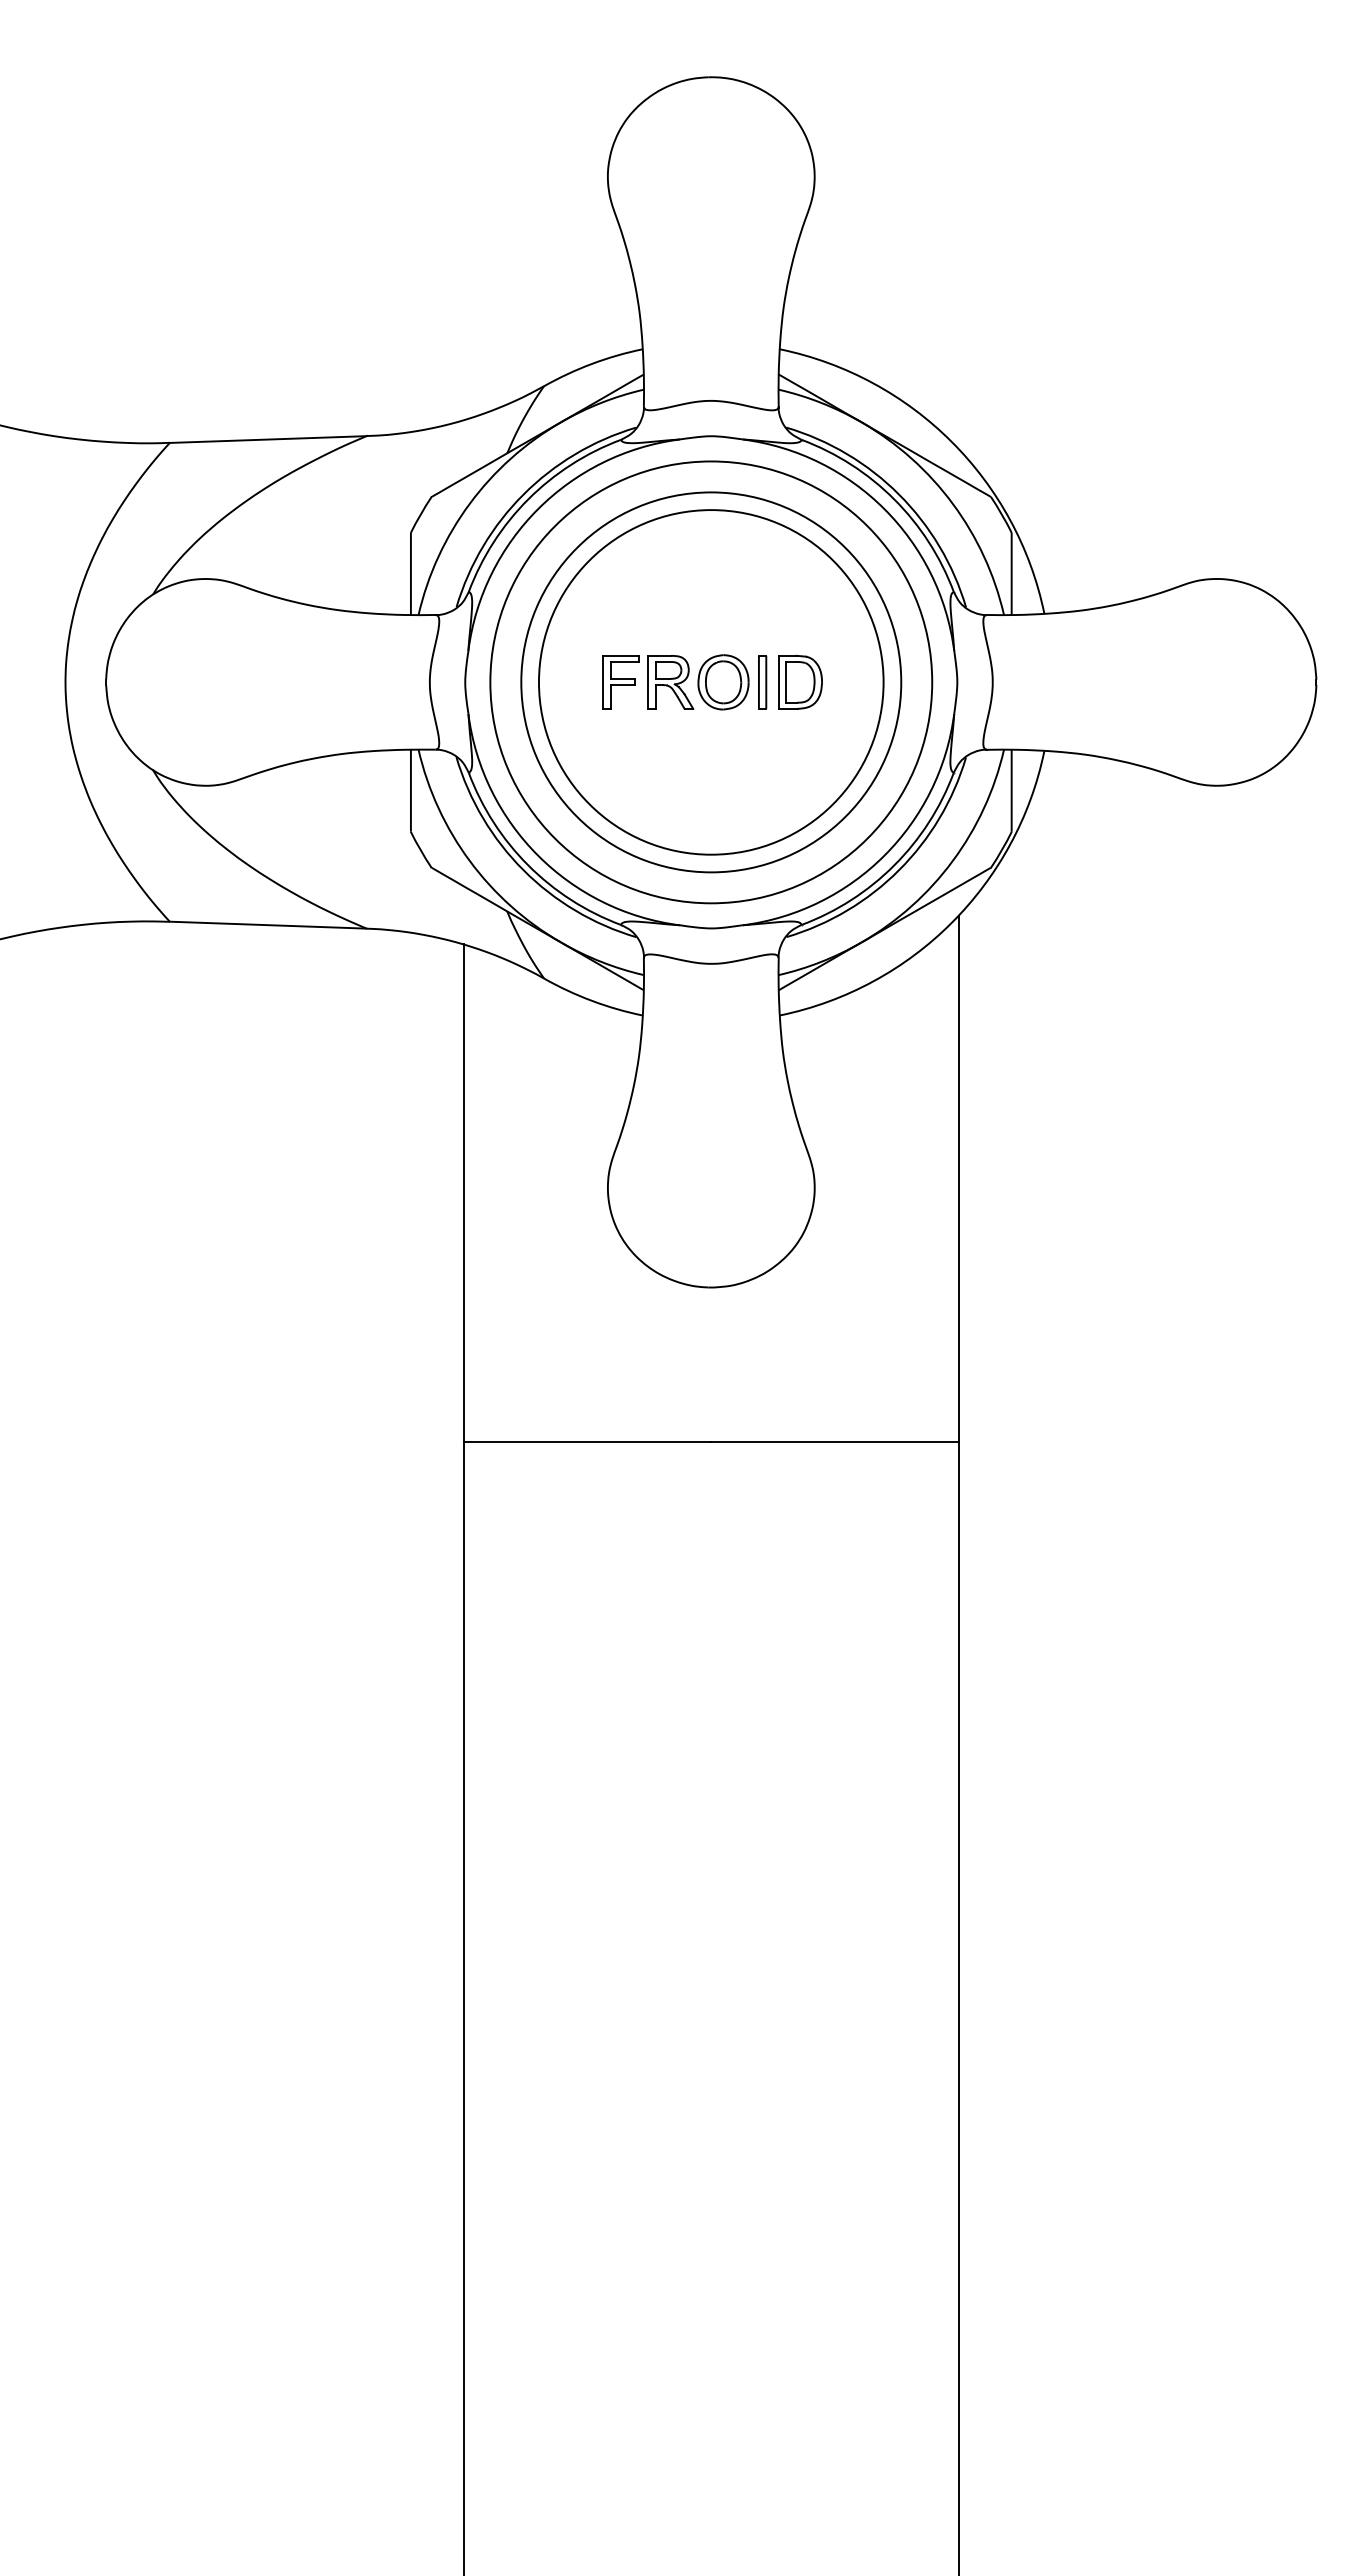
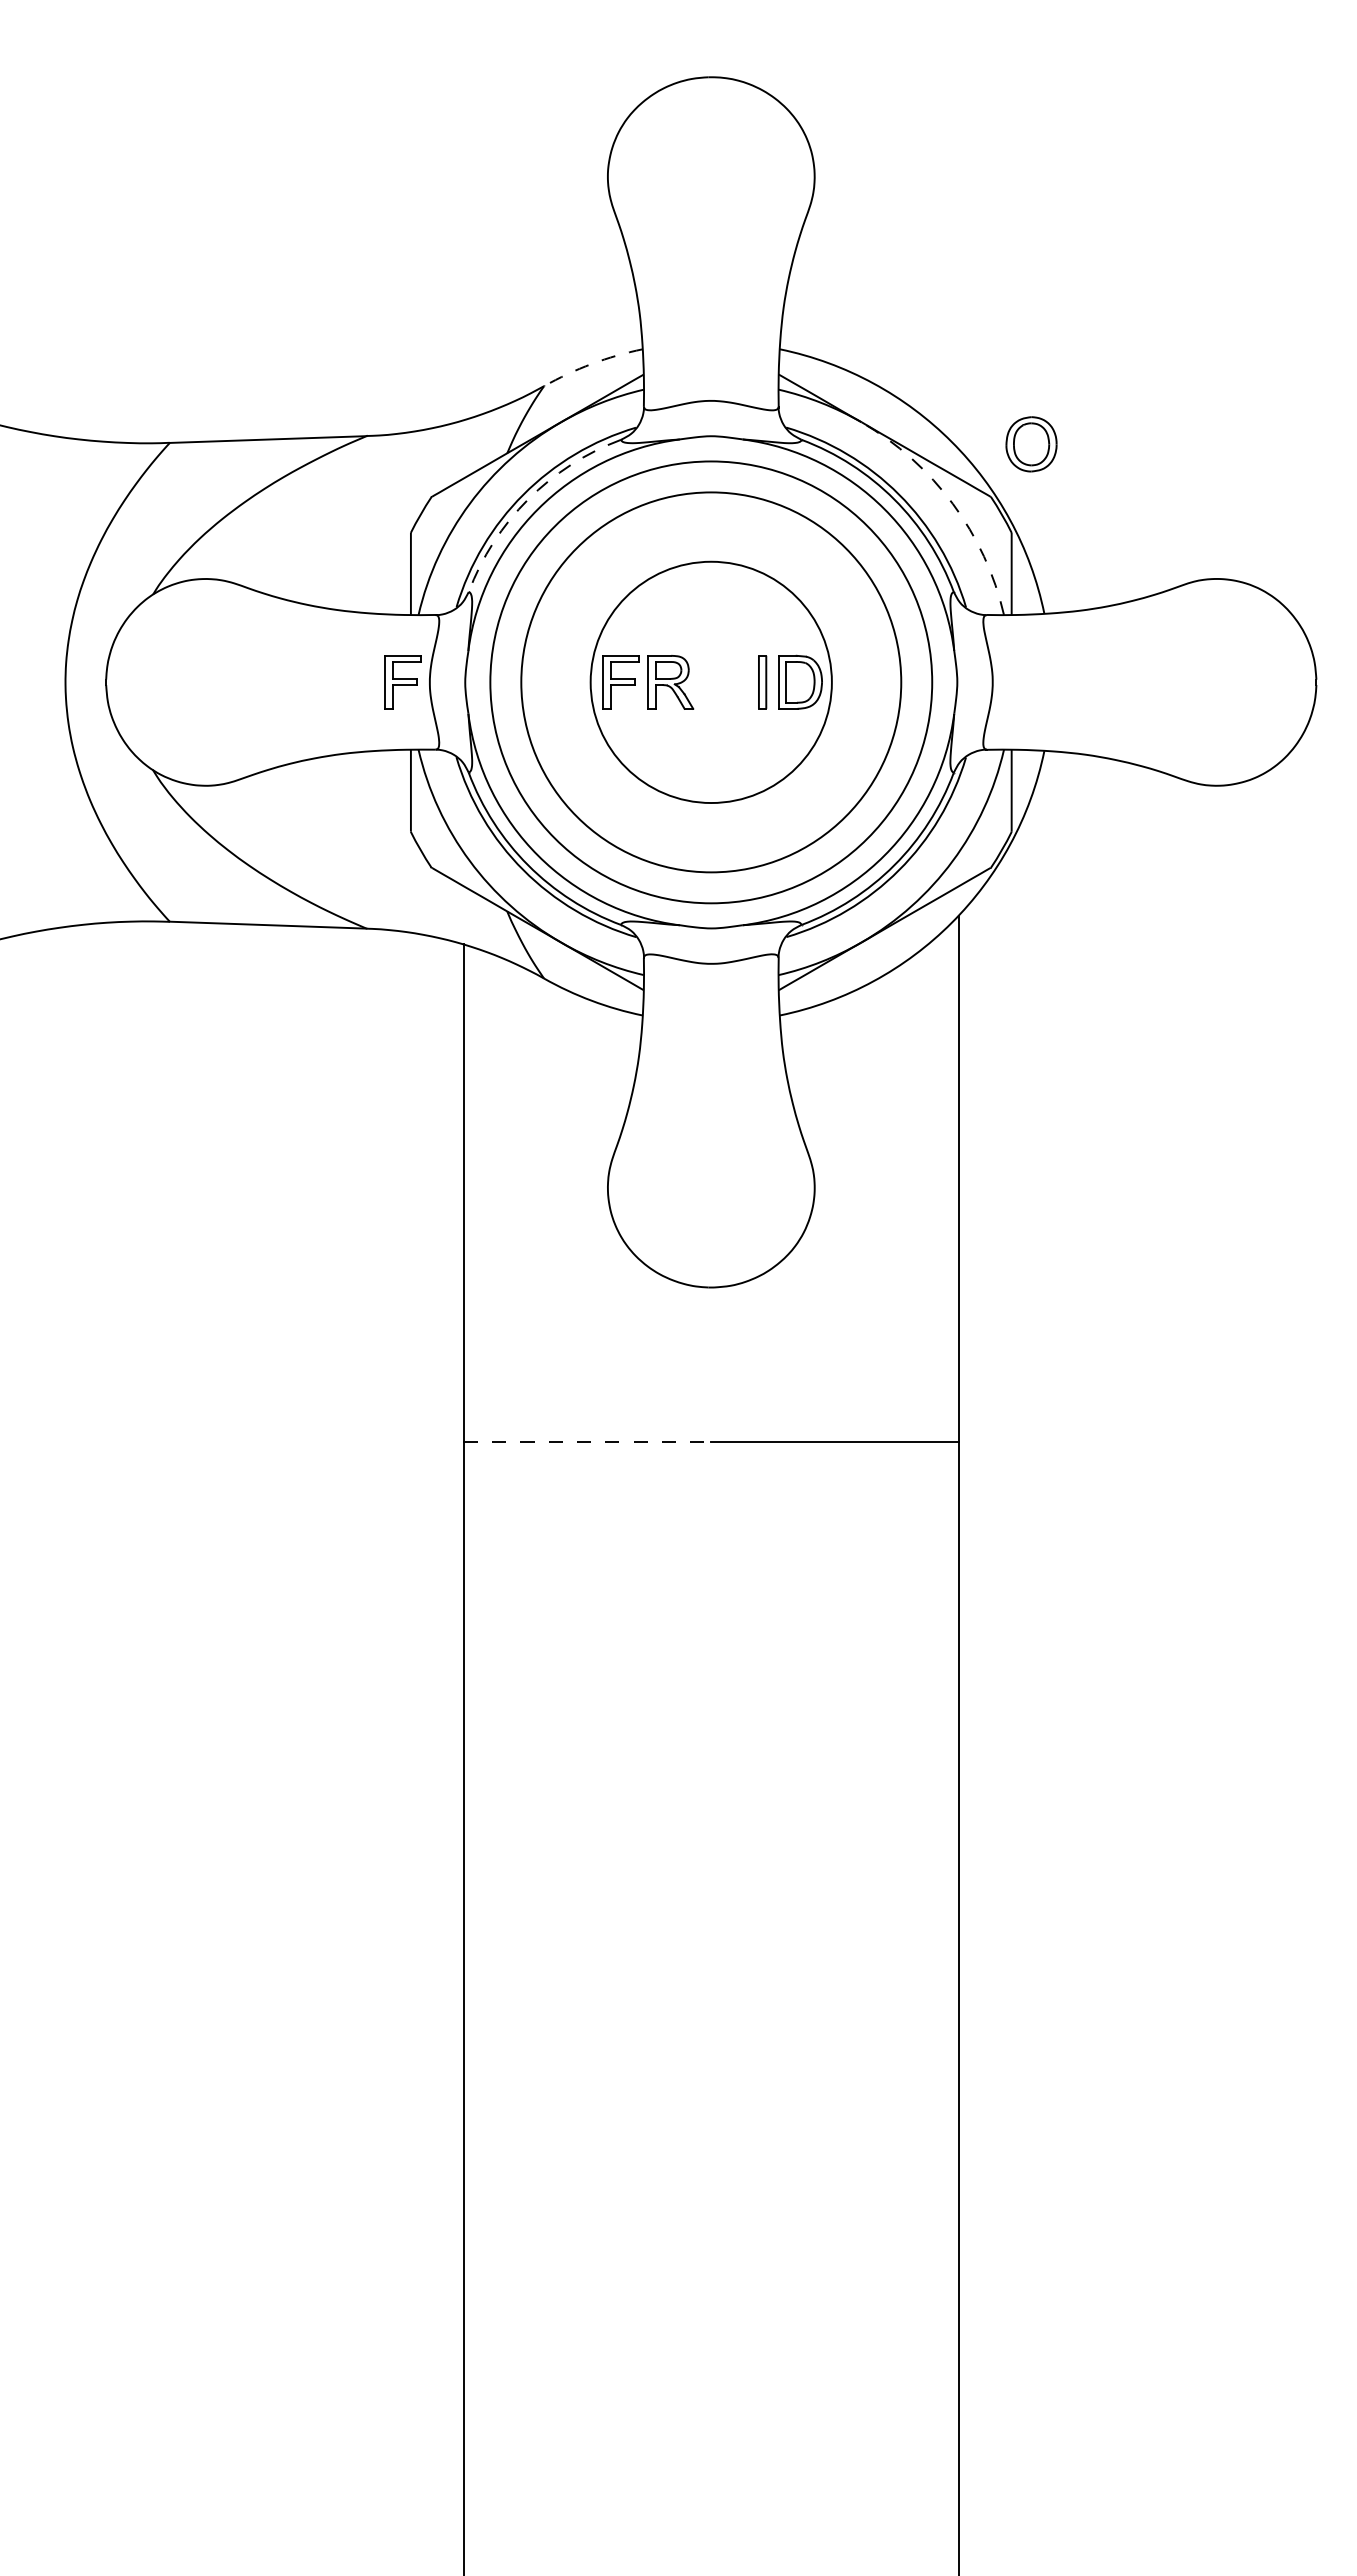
arc at (591, 363): solid -> dashed
arc at (528, 499): solid -> dashed
arc at (952, 503): solid -> dashed
part at (402, 682): none -> present
circle at (710, 682) diameter: 345 px -> 241 px
part at (723, 682) position: (723, 682) -> (1031, 444)
line at (587, 1442): solid -> dashed
